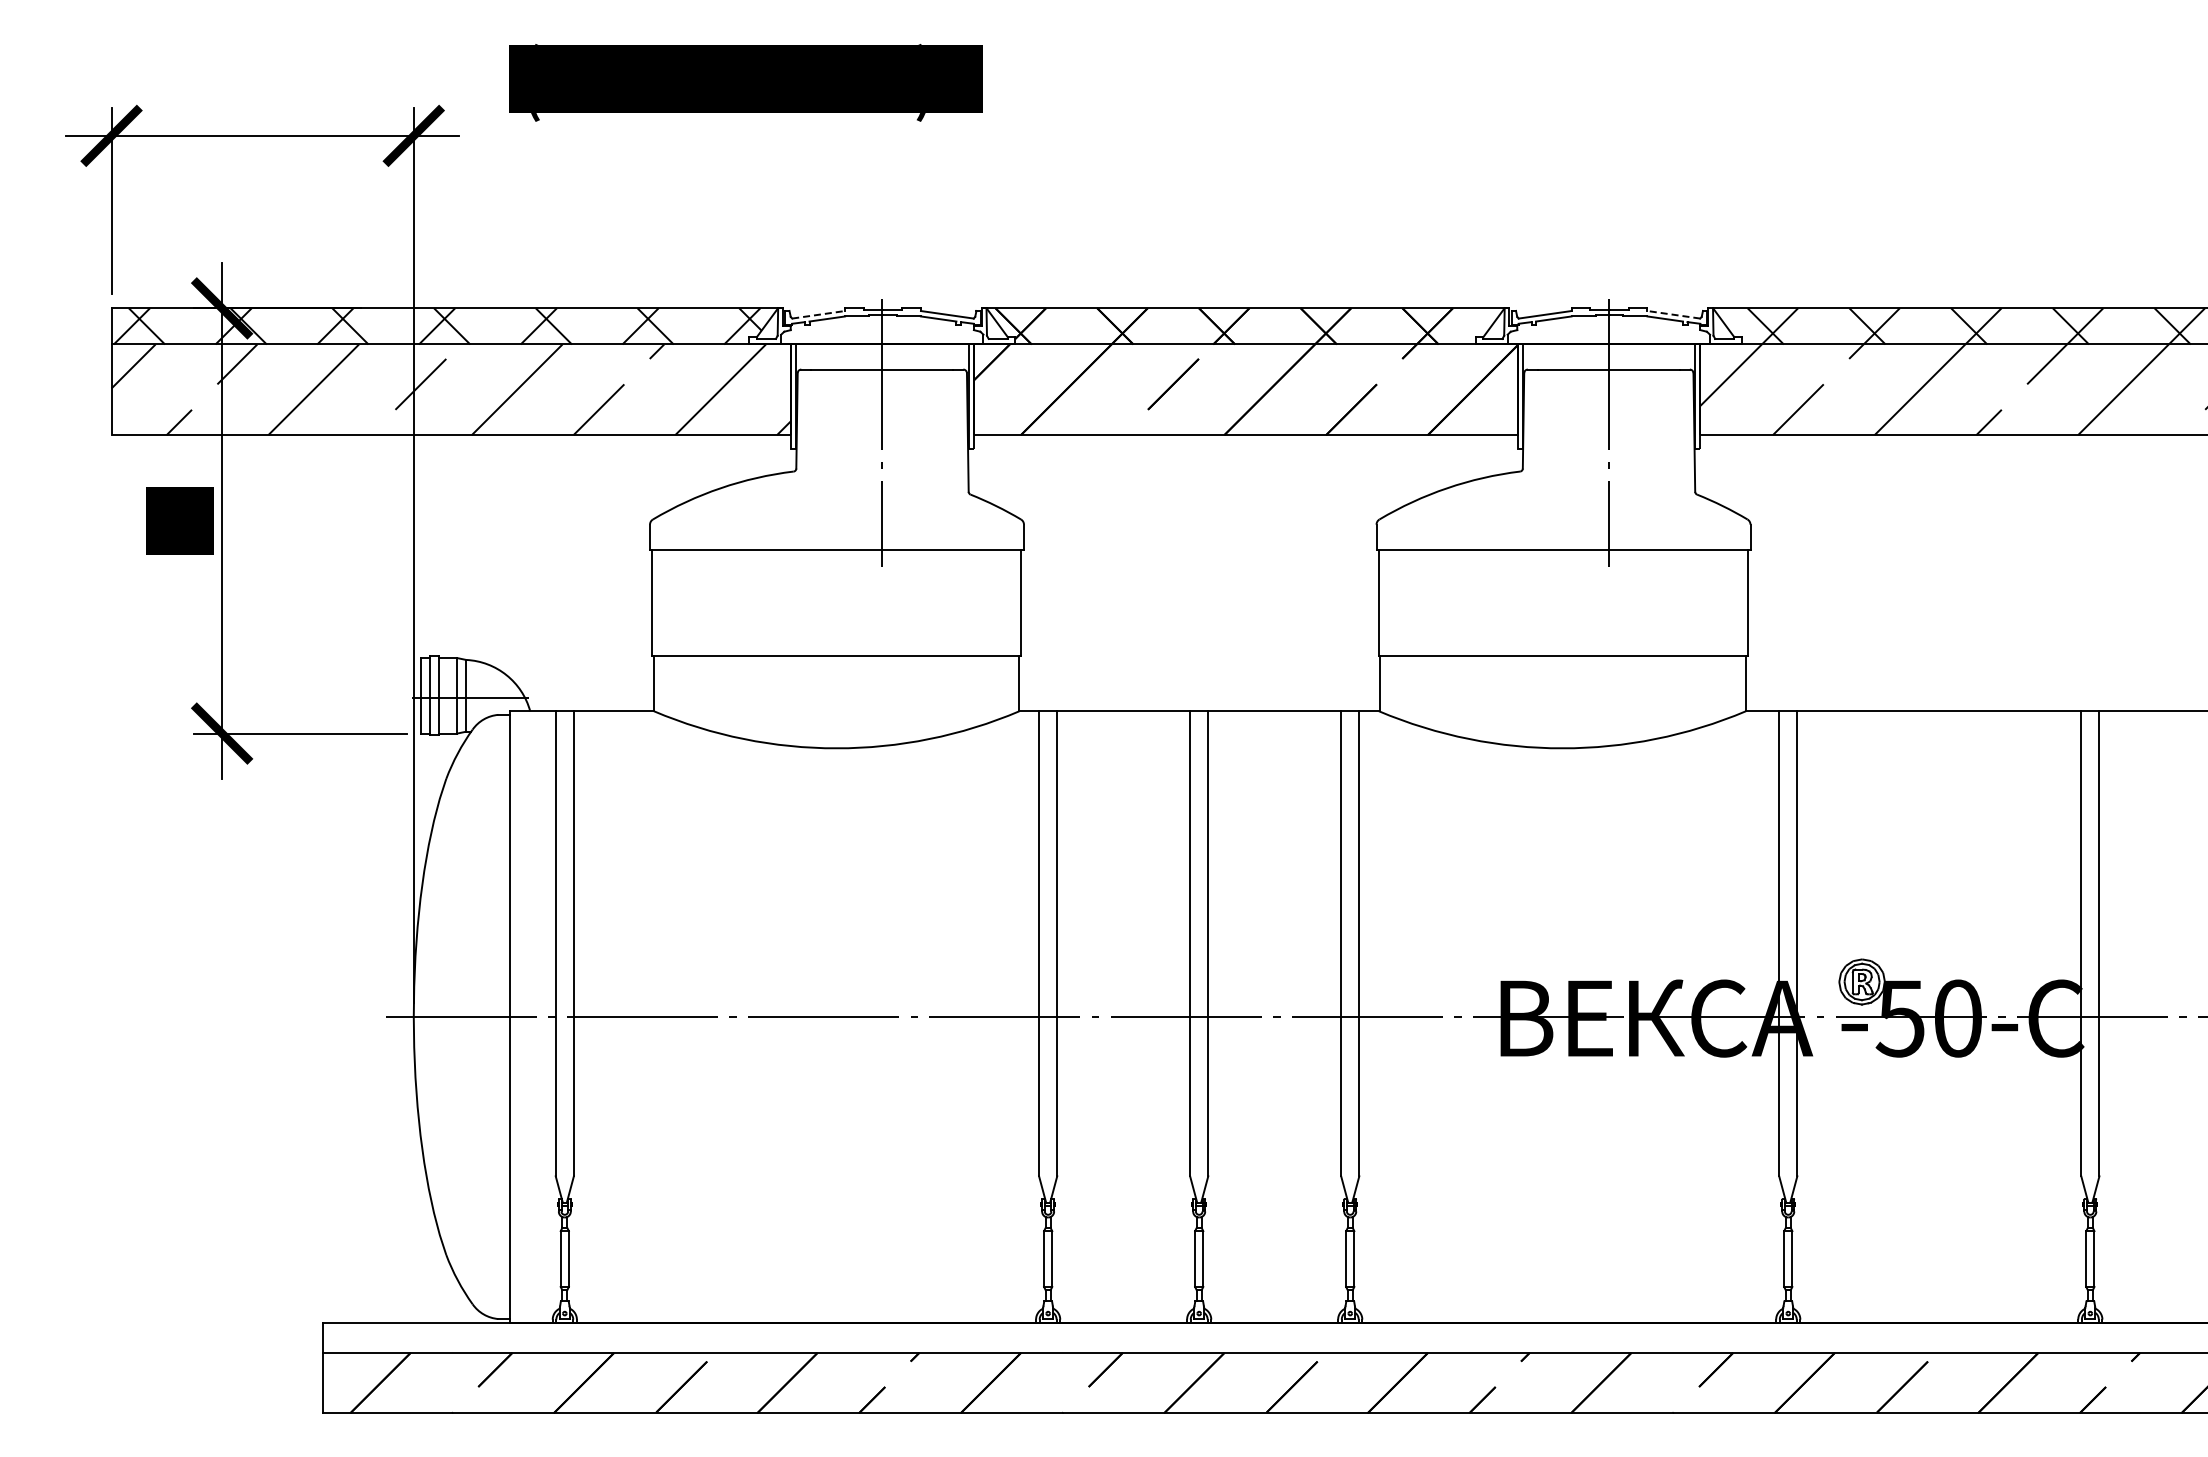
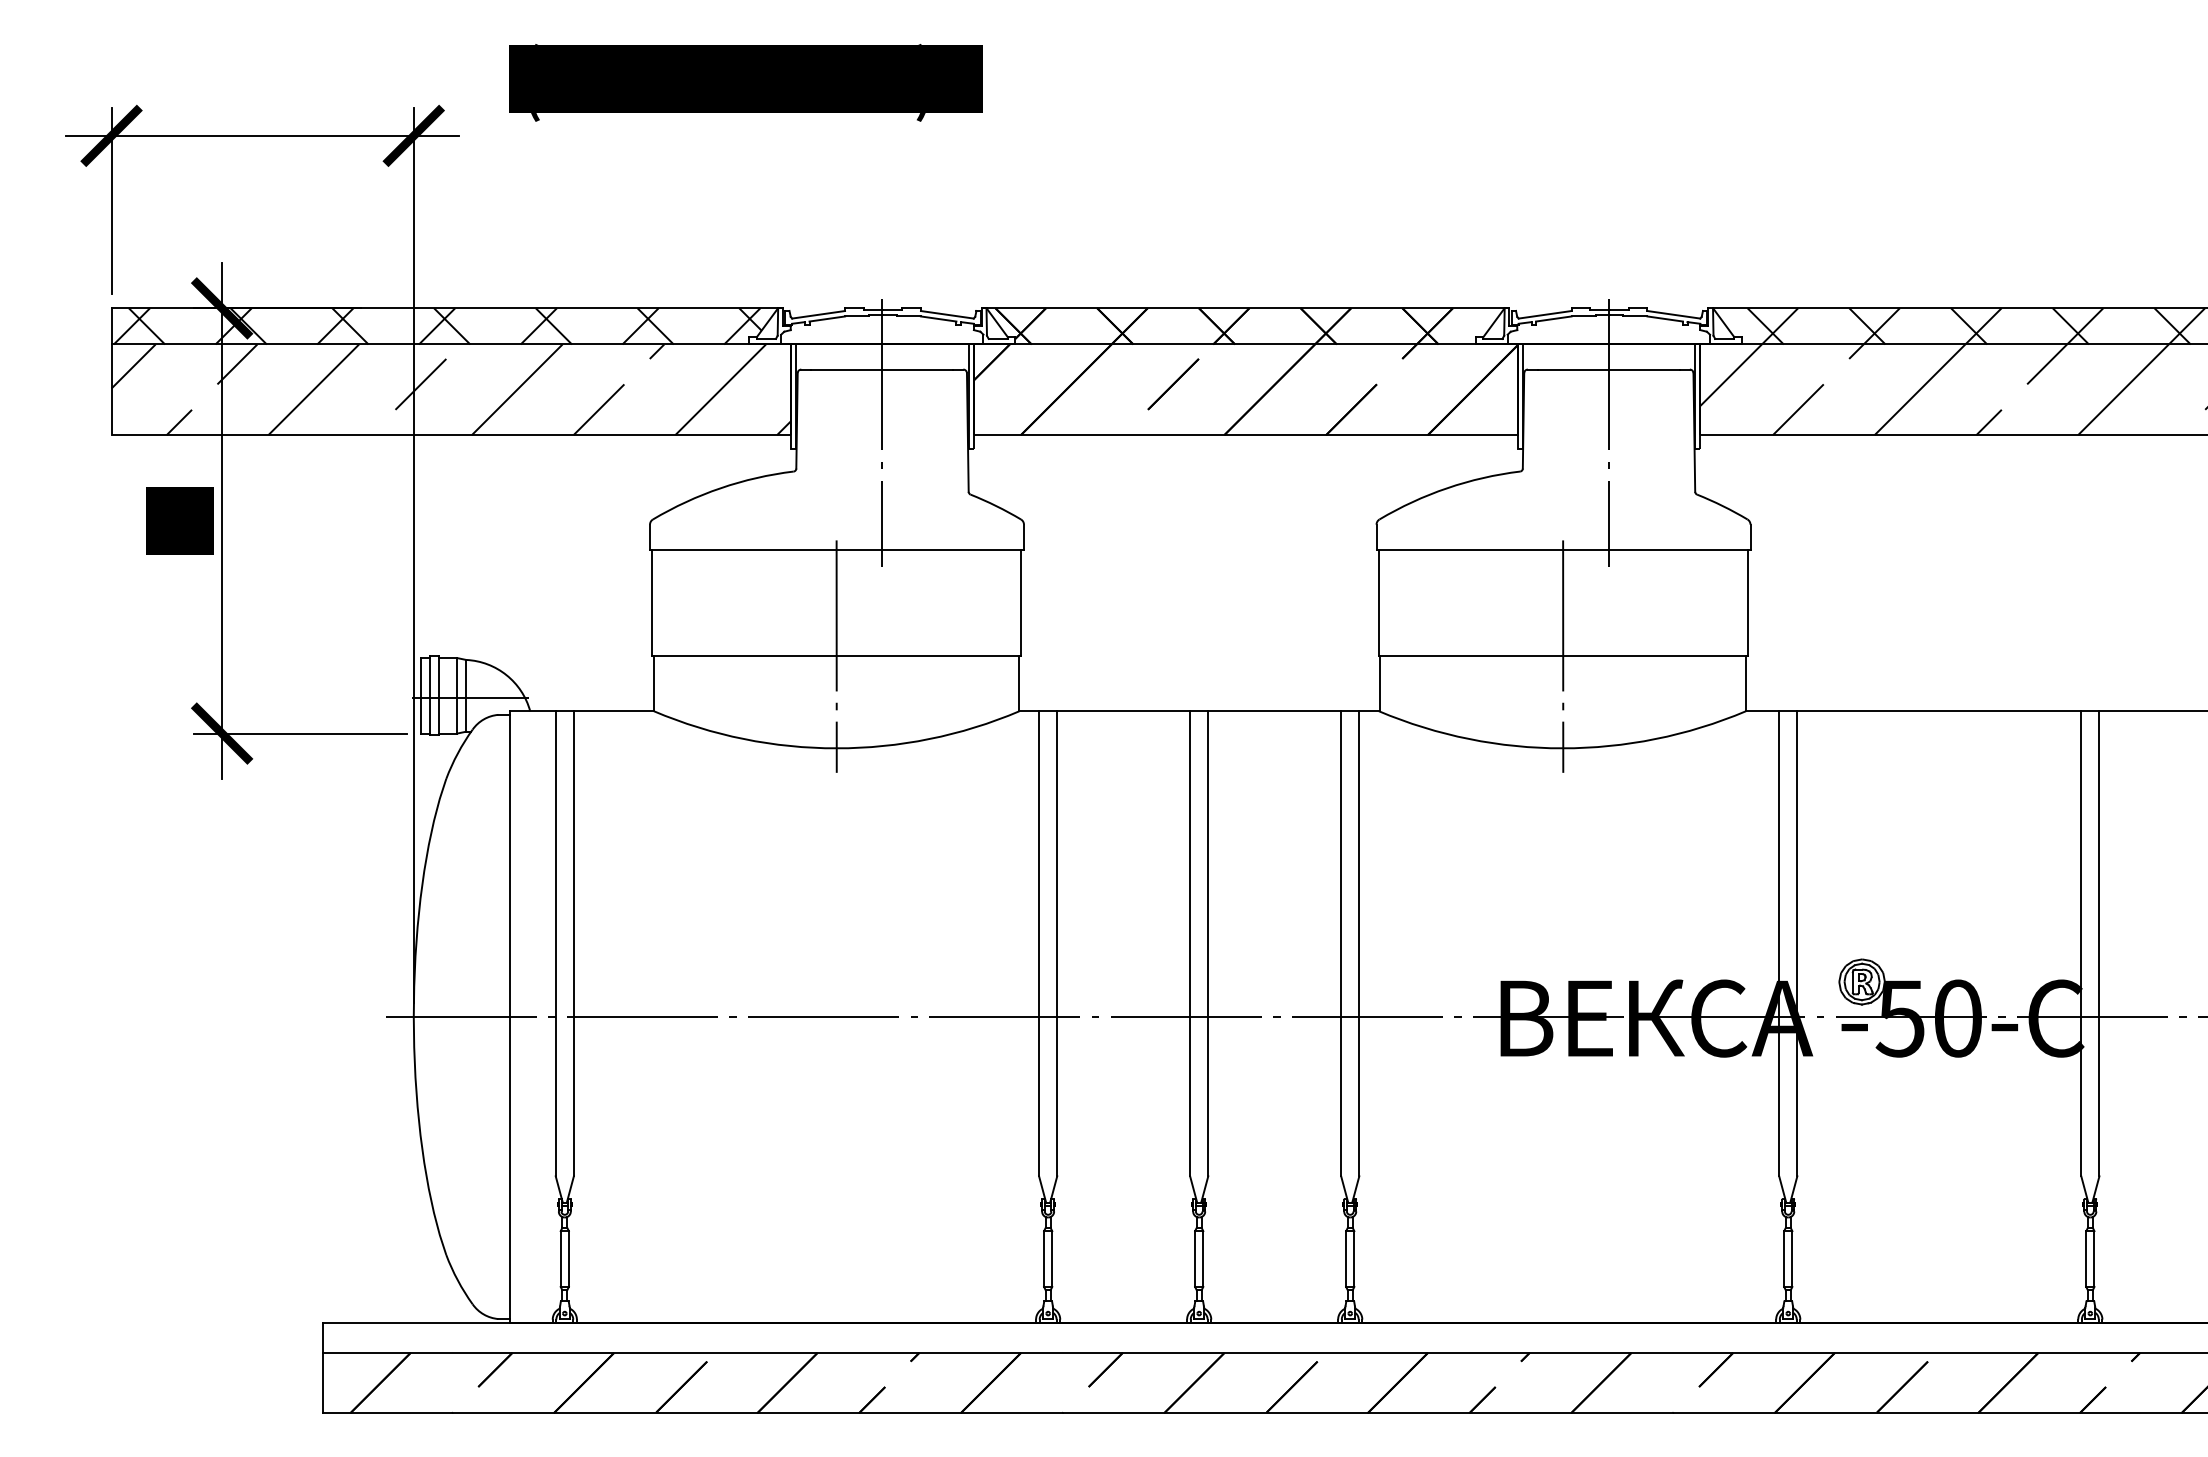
line at (818, 314): dashed -> solid
line at (1673, 314): dashed -> solid
line at (836, 656): none -> present
line at (1563, 656): none -> present
